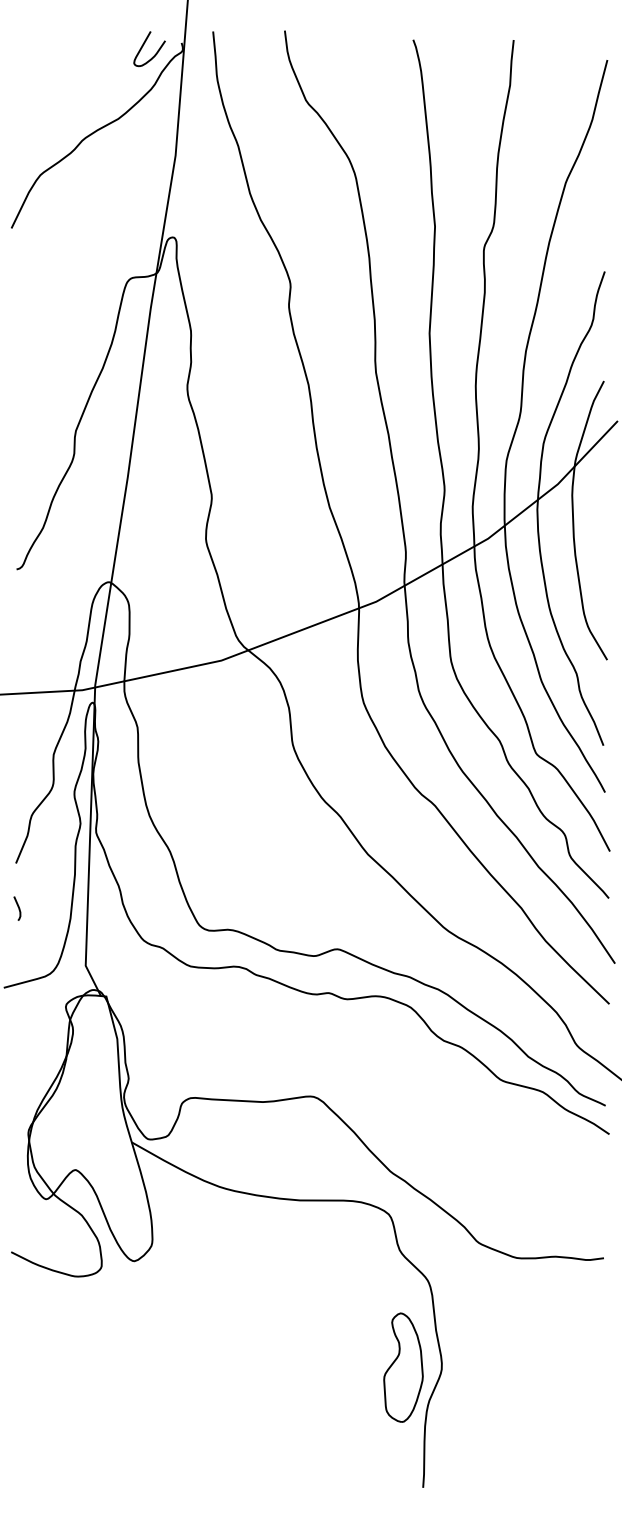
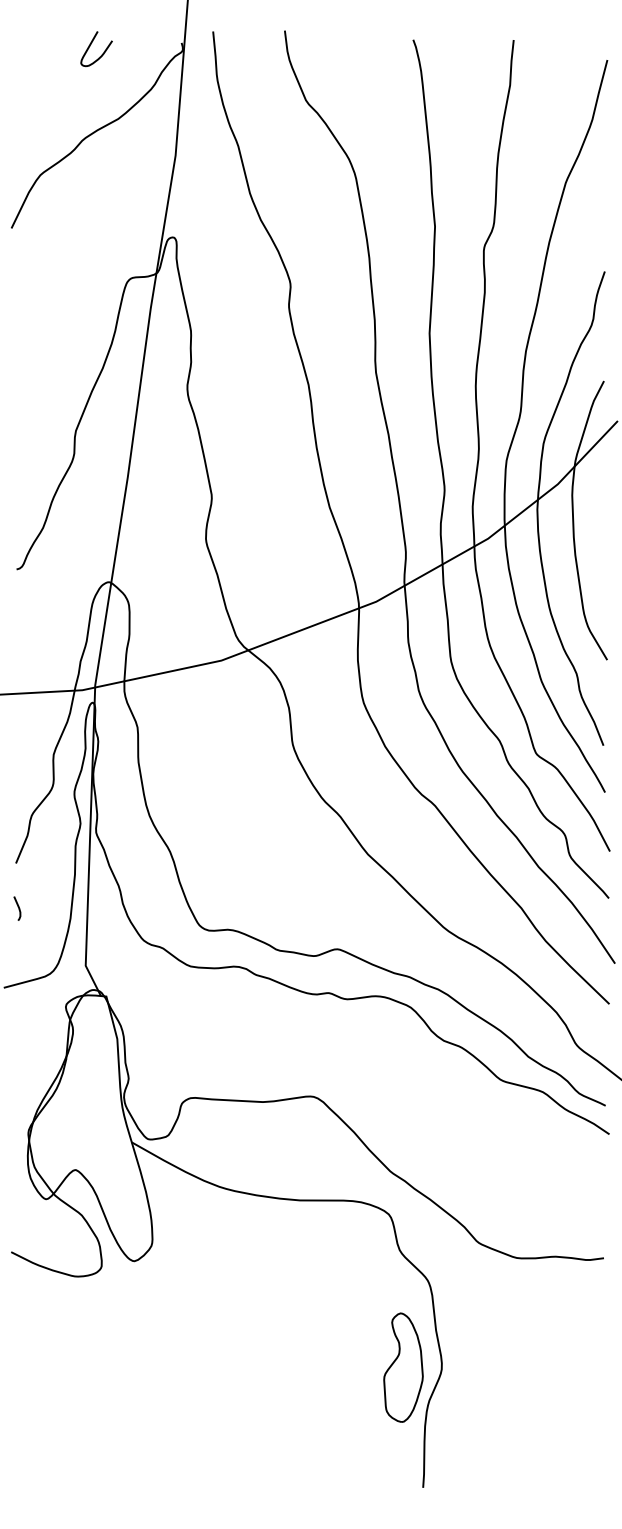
curve at (143, 46) position: (143, 46) -> (90, 46)
